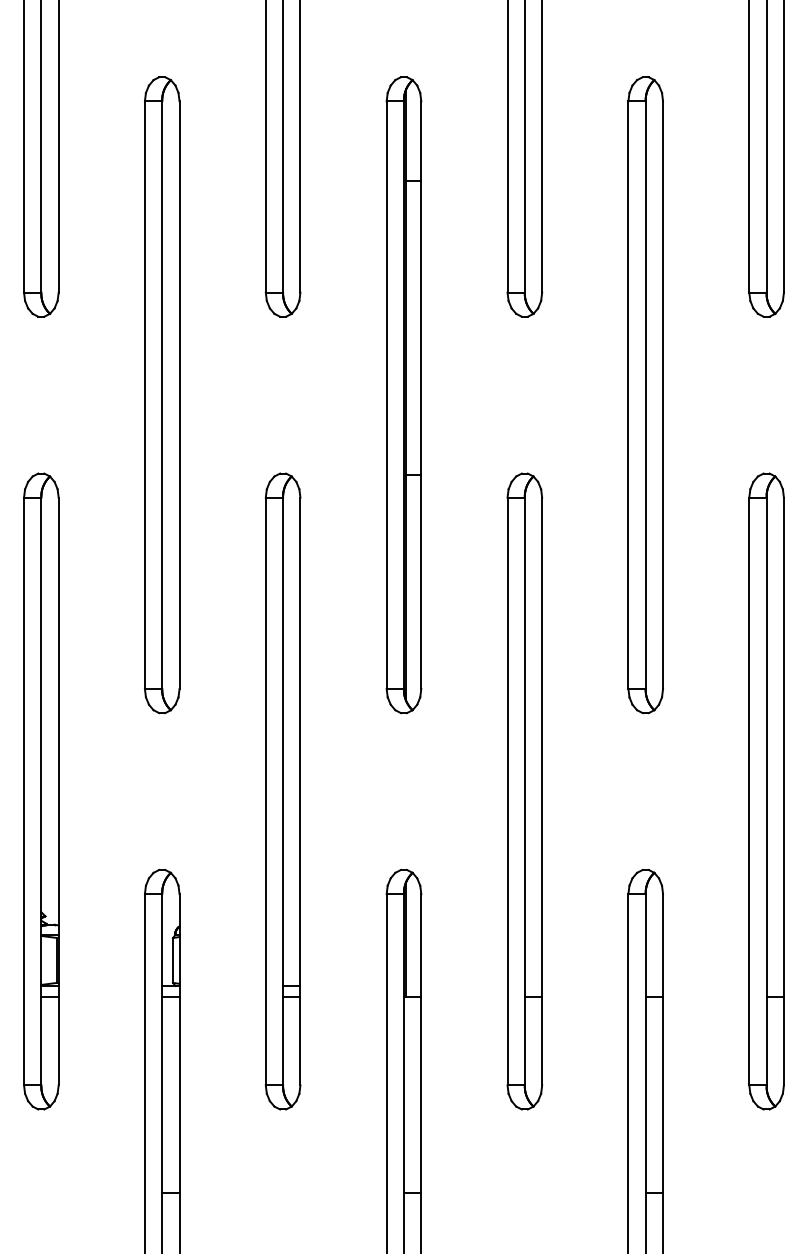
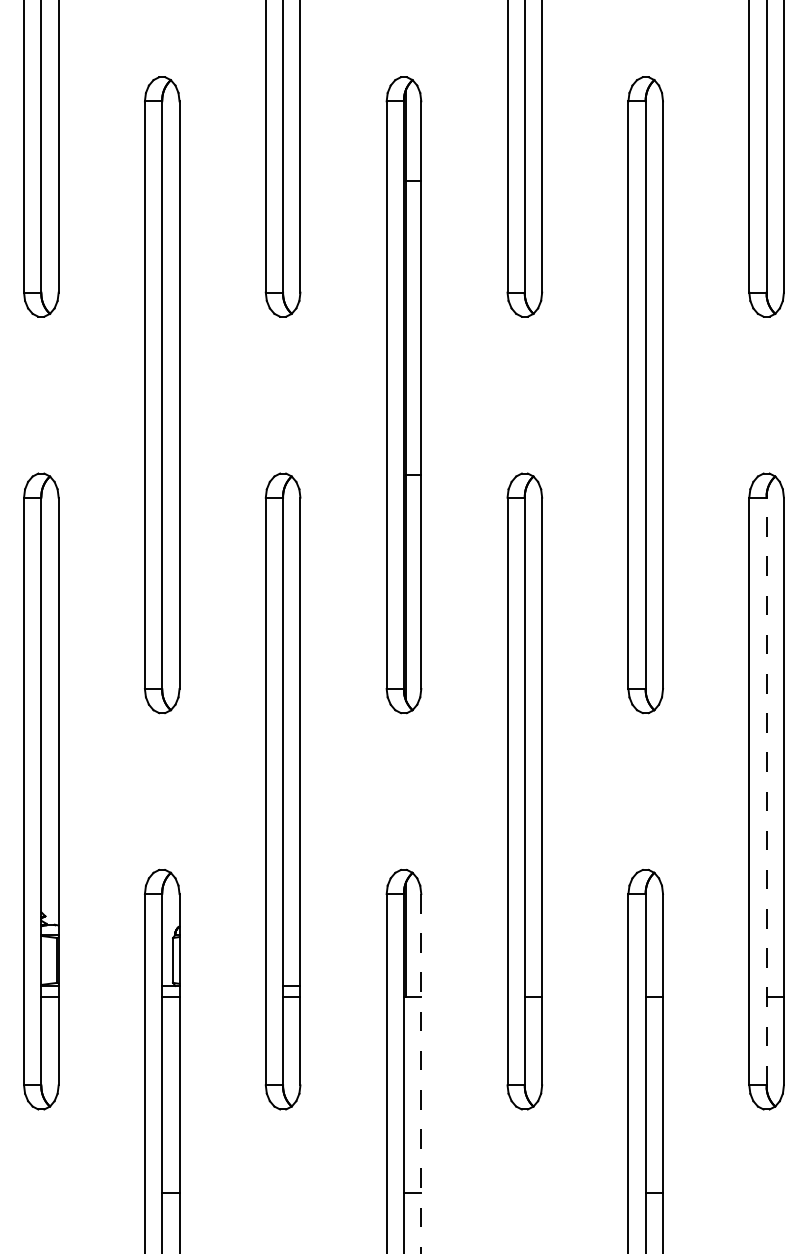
line at (766, 791): solid -> dashed
line at (421, 1073): solid -> dashed
